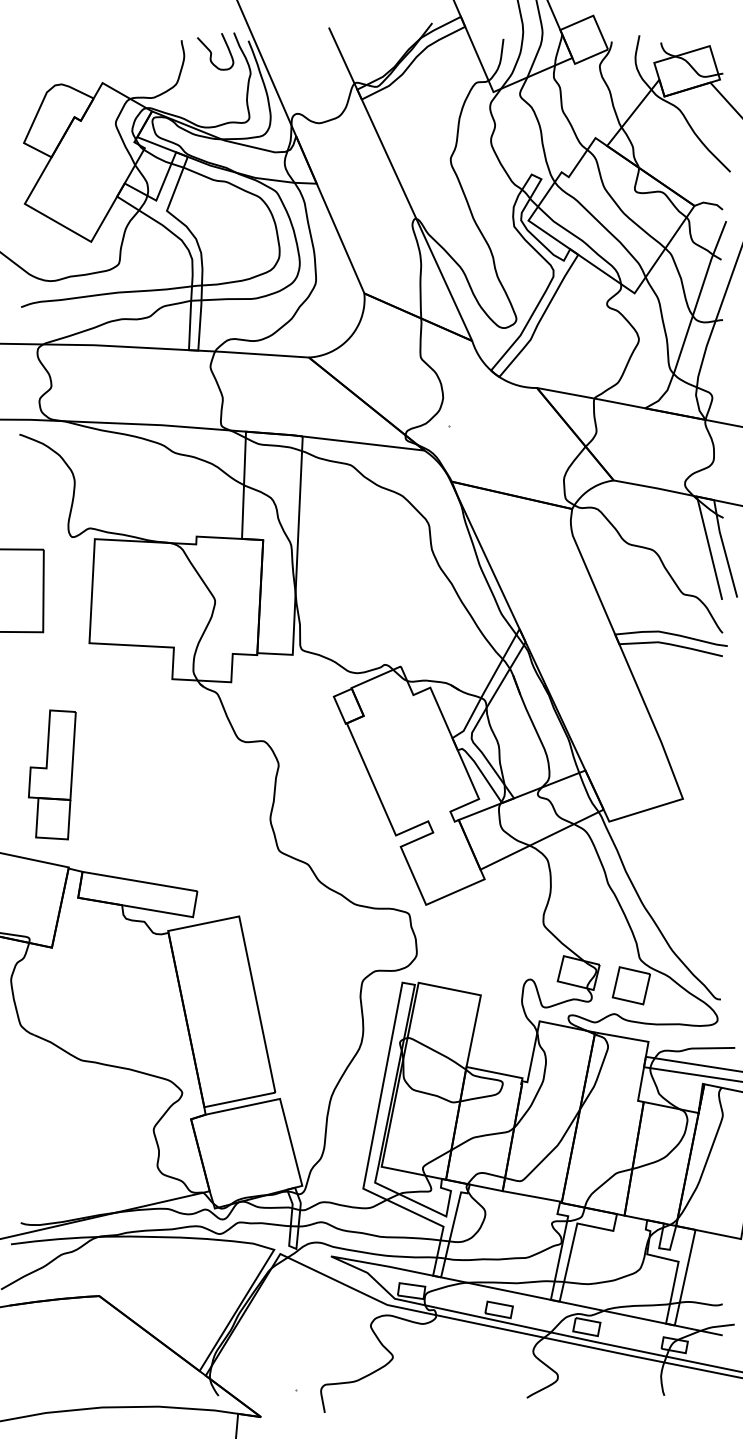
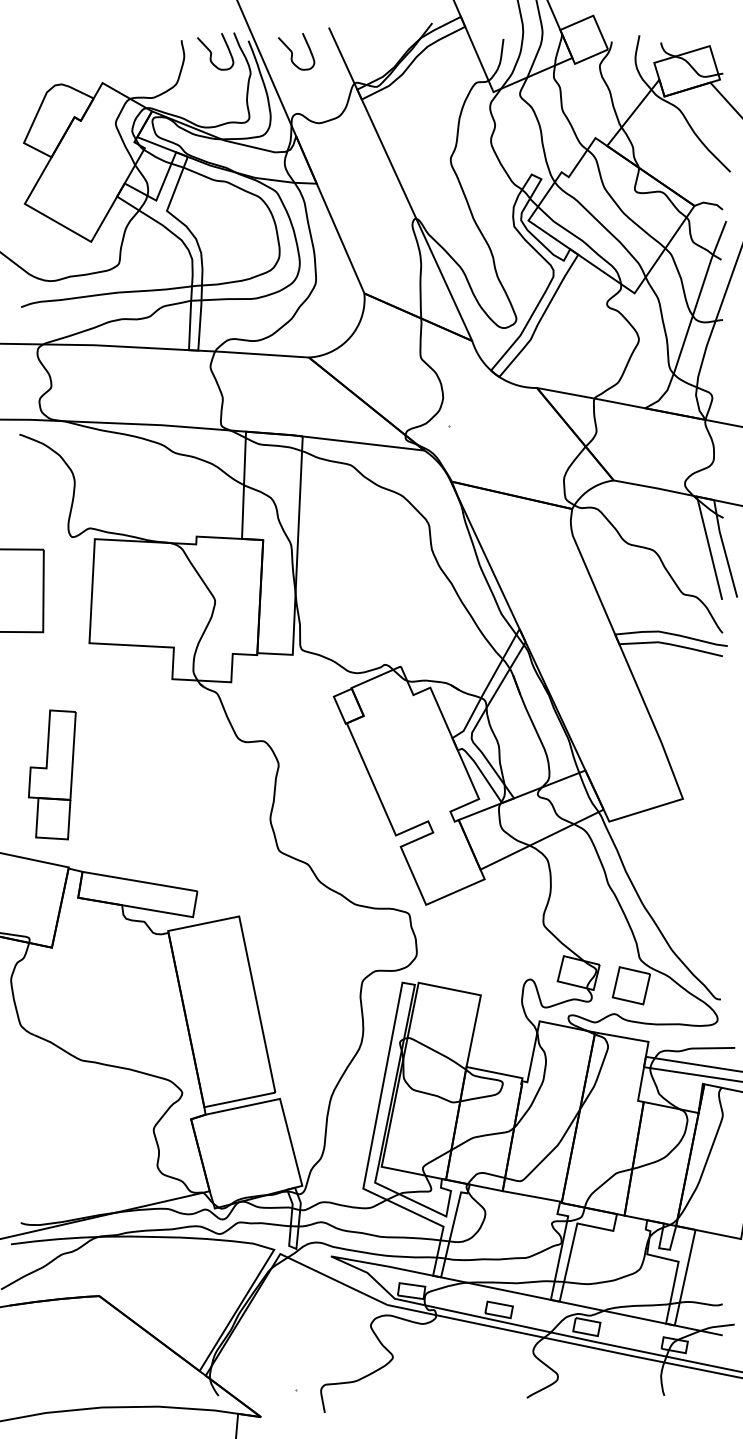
curve at (292, 51): none -> present
